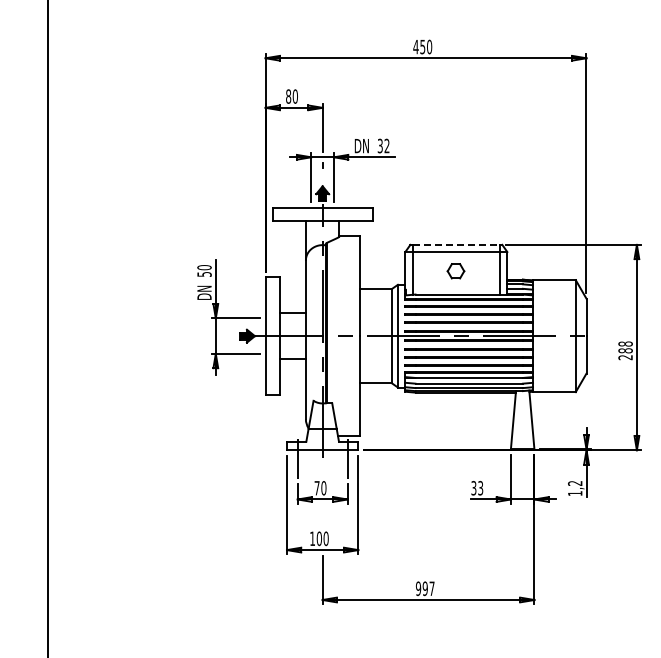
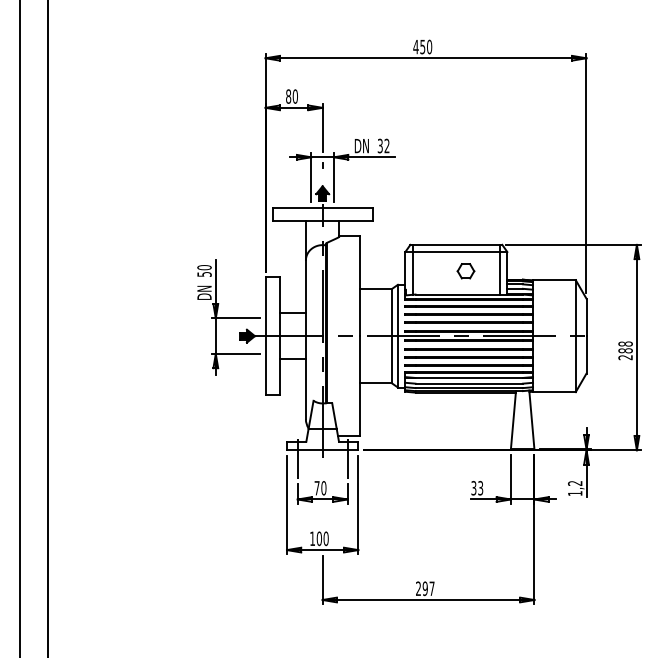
line at (456, 244): dashed -> solid
part at (455, 271) position: (455, 271) -> (465, 271)
line at (19, 328): none -> present
text at (418, 588): 997 -> 297
